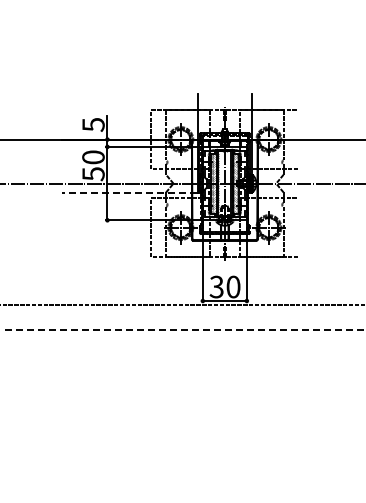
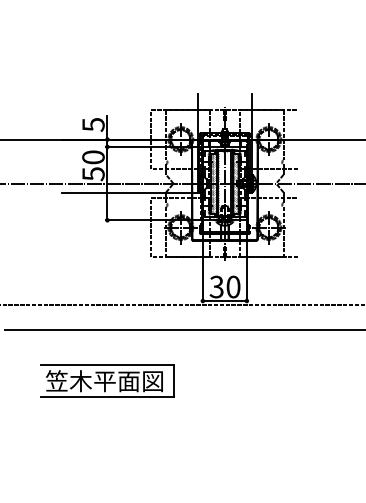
line at (128, 193): dashed -> solid
line at (185, 330): dashed -> solid
part at (107, 380): none -> present
